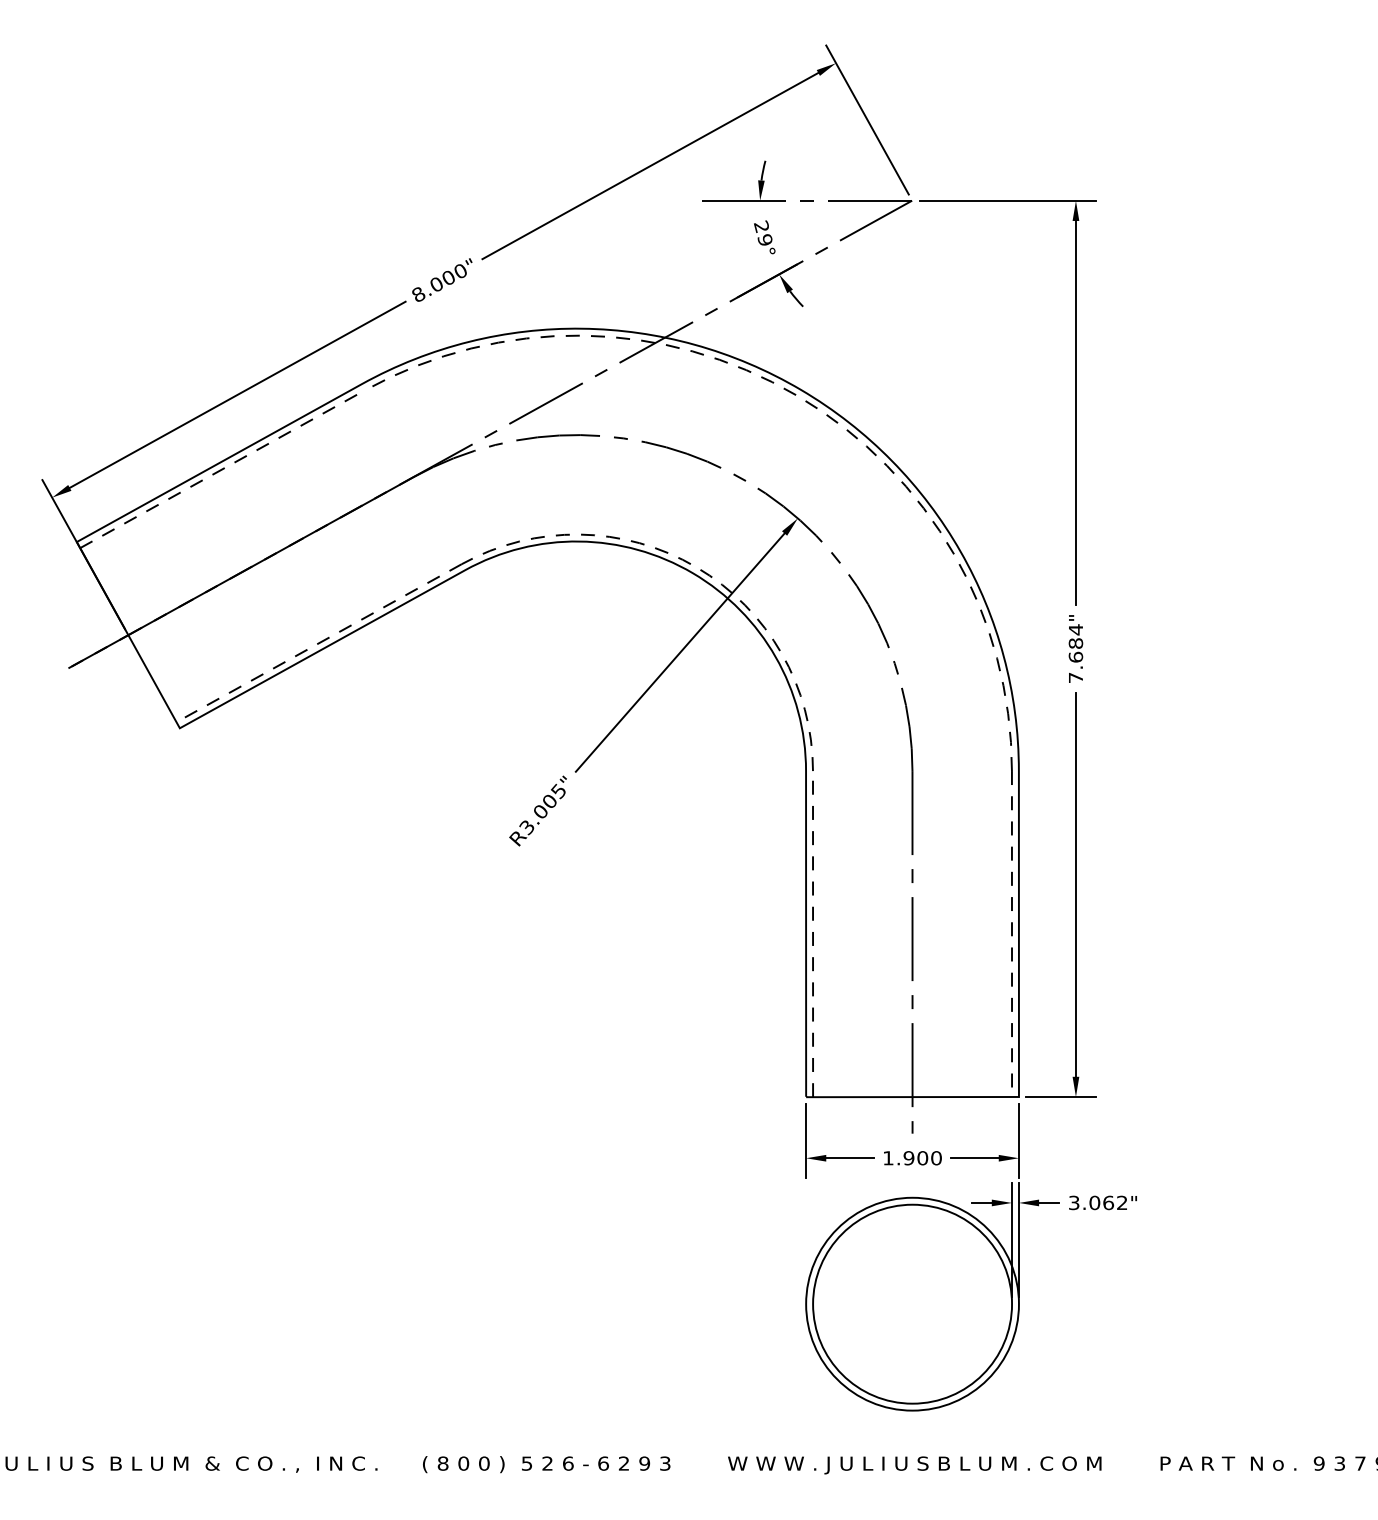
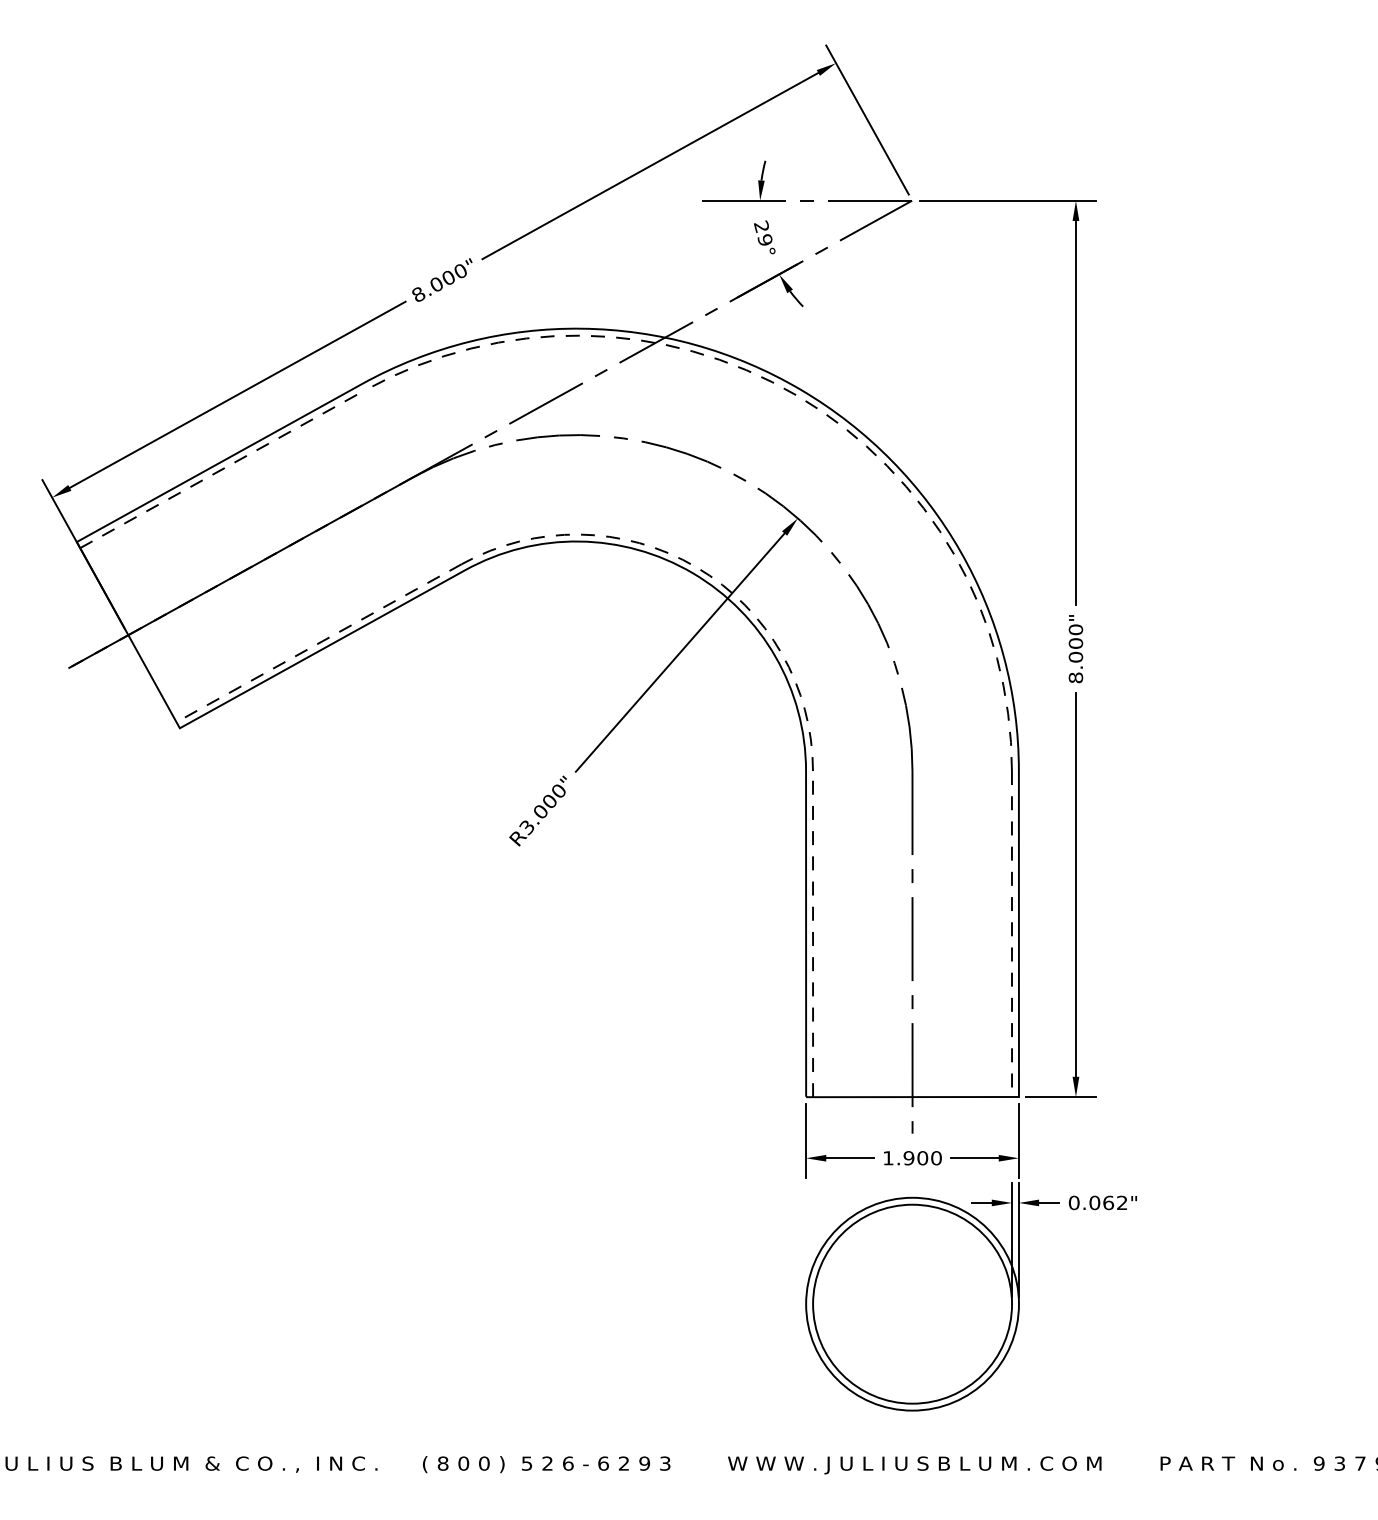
text at (1075, 653): 7.684" -> 8.000"
text at (557, 791): R3.005" -> R3.000"
text at (1073, 1202): 3.062" -> 0.062"
